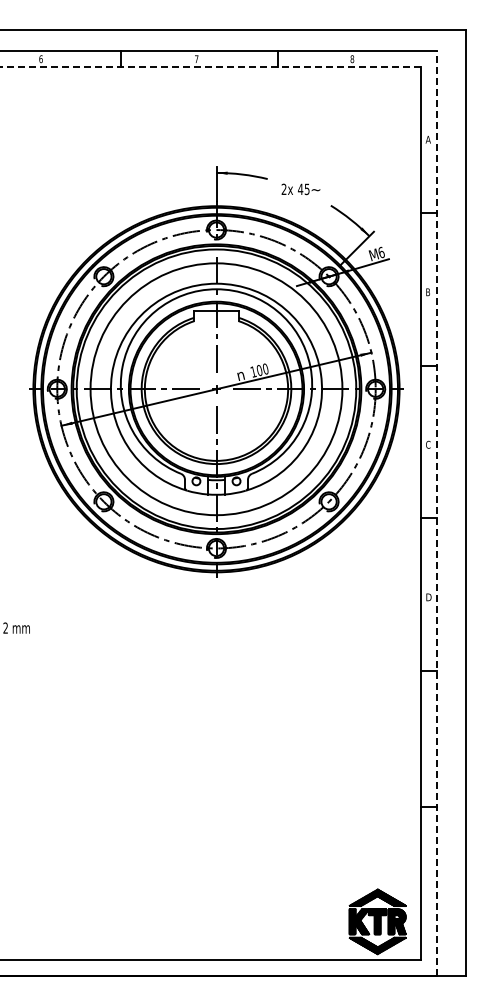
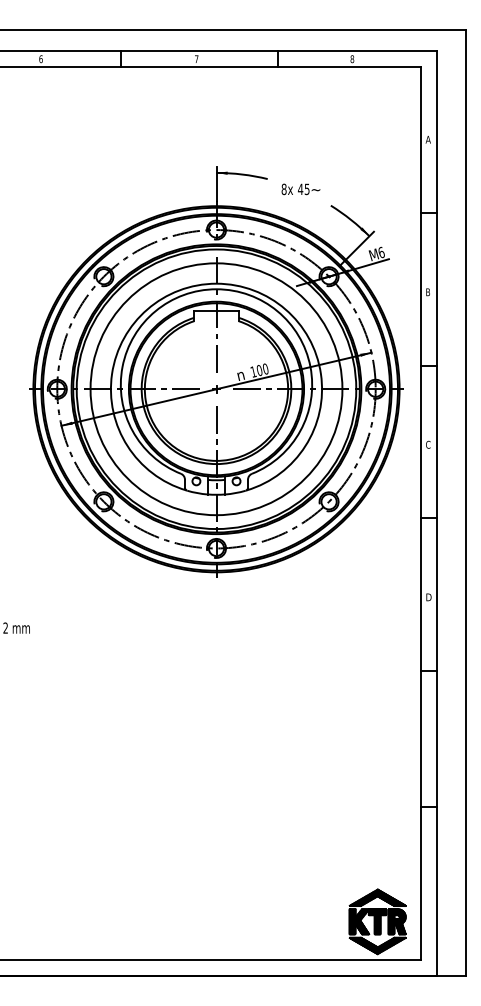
line at (210, 66): dashed -> solid
text at (283, 189): 2x -> 8x
line at (436, 513): dashed -> solid
